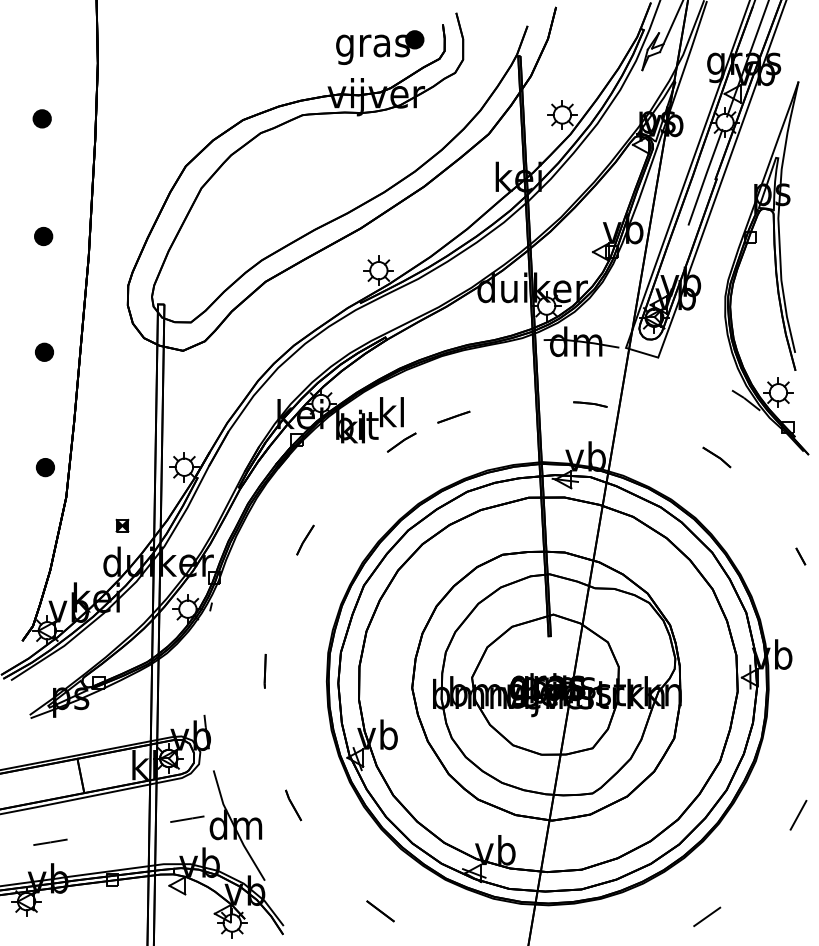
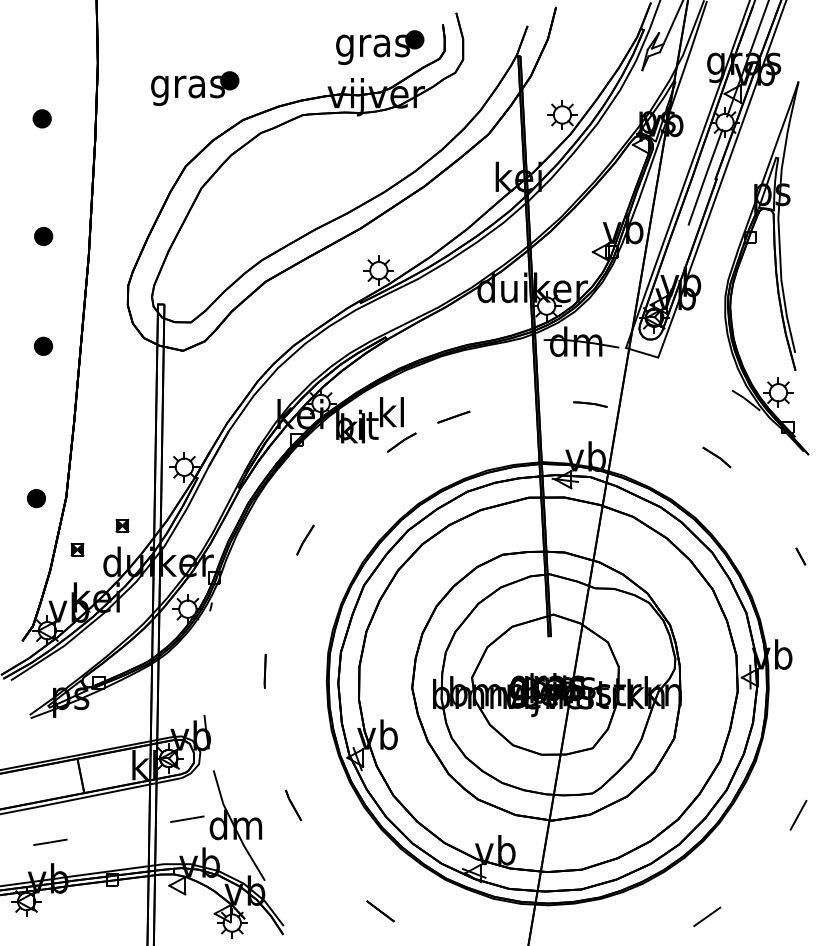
part at (195, 88): none -> present
part at (44, 351) position: (44, 351) -> (43, 345)
part at (44, 467) position: (44, 467) -> (35, 498)
part at (77, 549): none -> present
